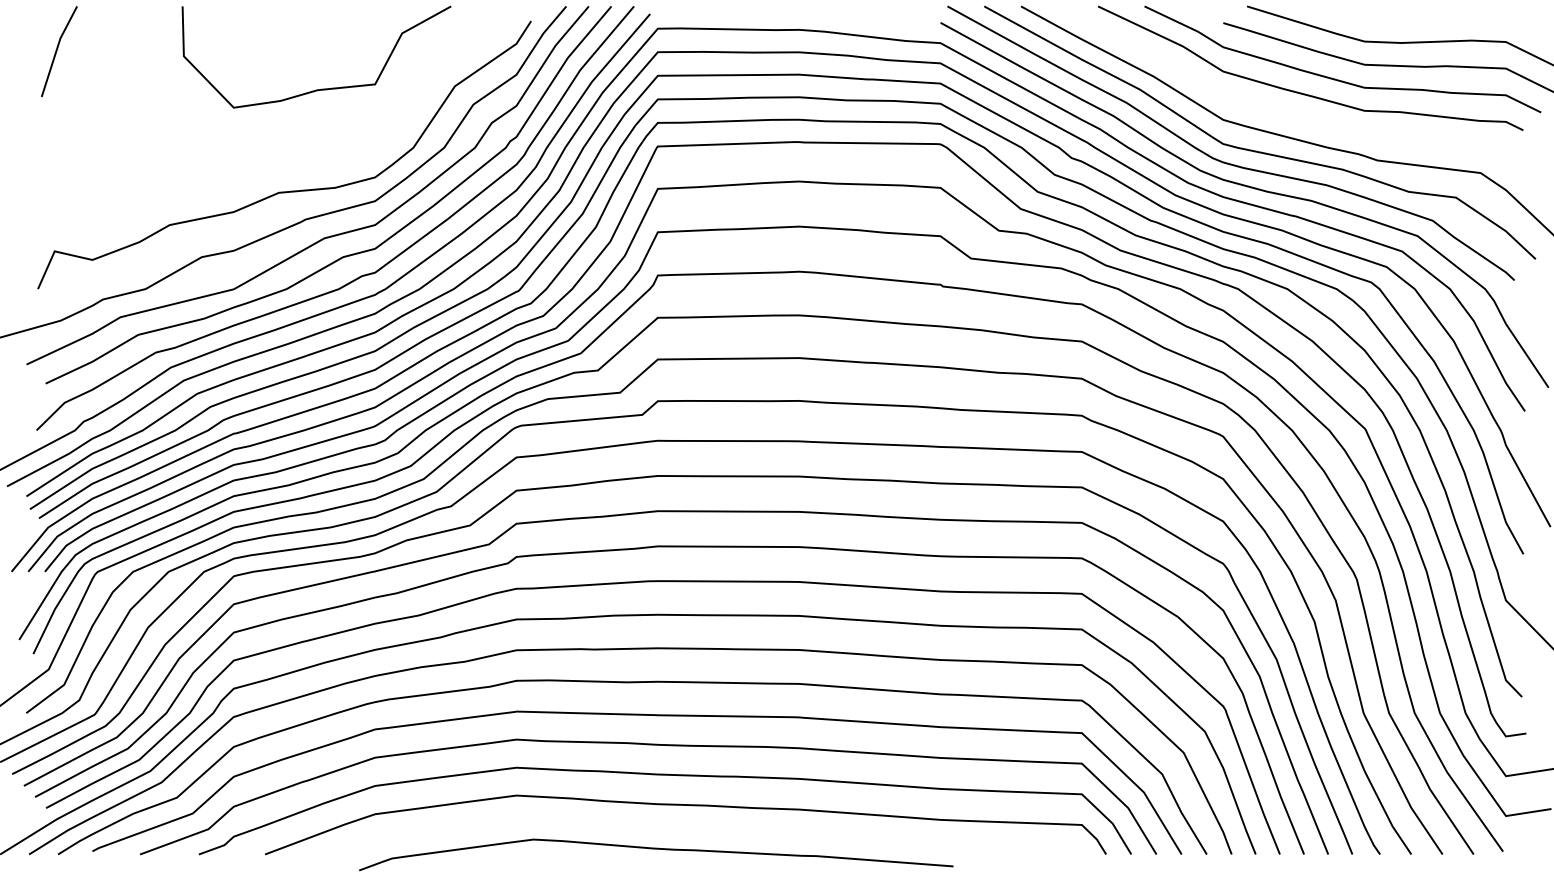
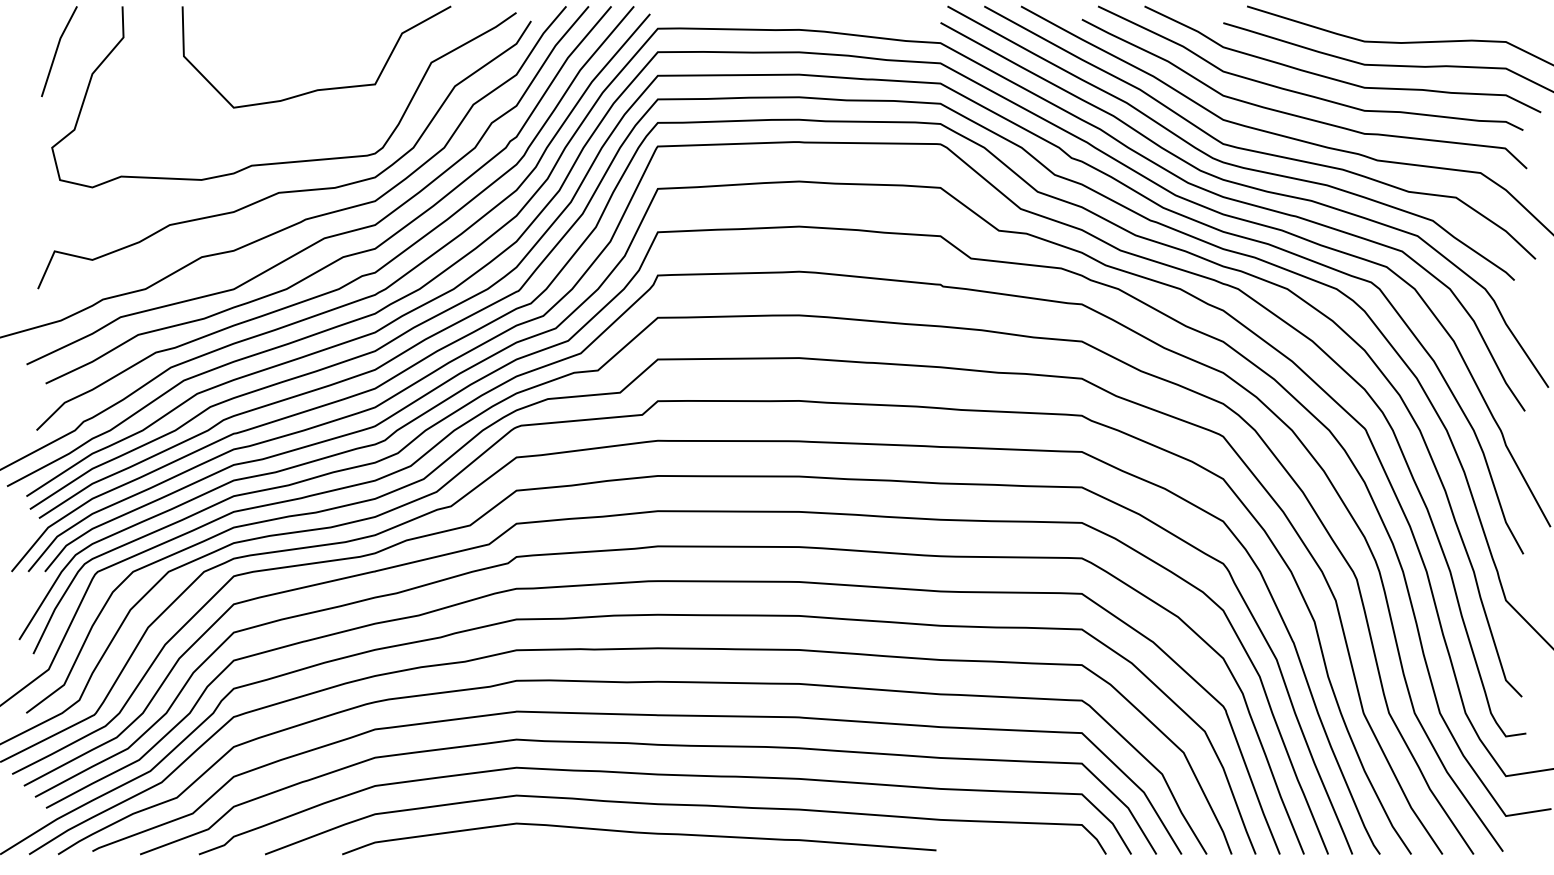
curve at (1299, 115): none -> present
curve at (285, 161): none -> present
curve at (656, 849) position: (656, 849) -> (639, 833)
